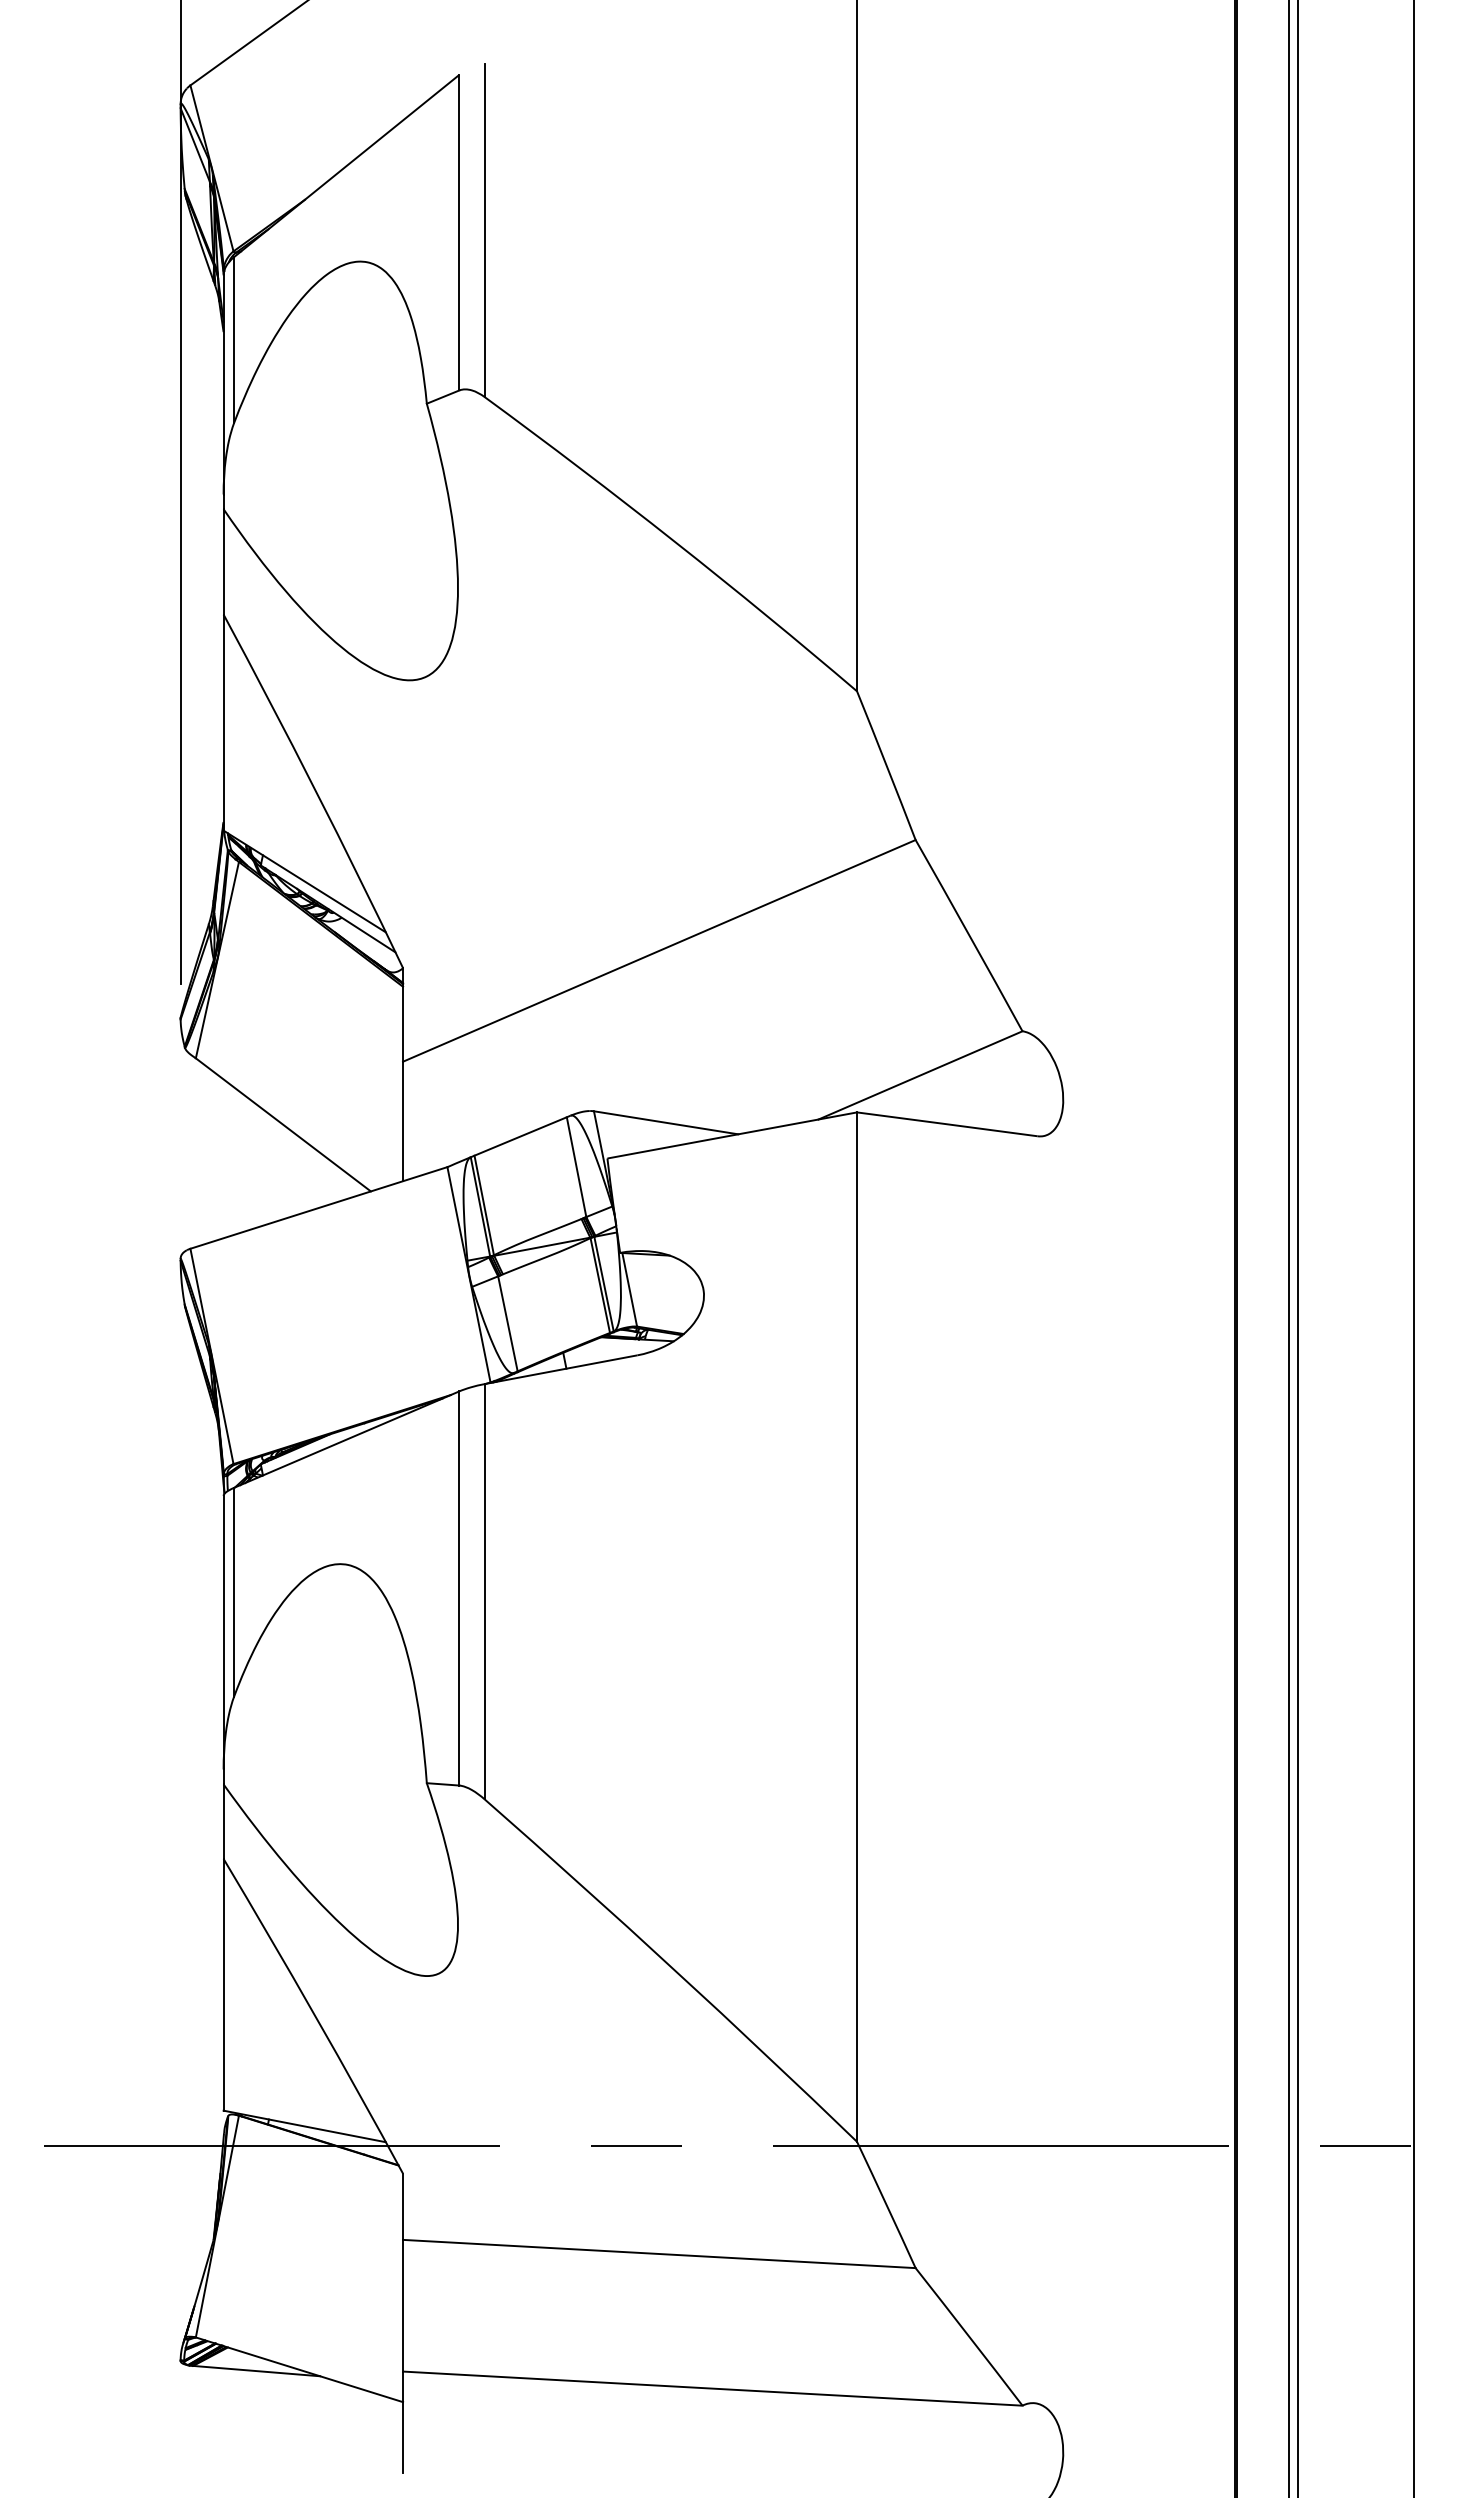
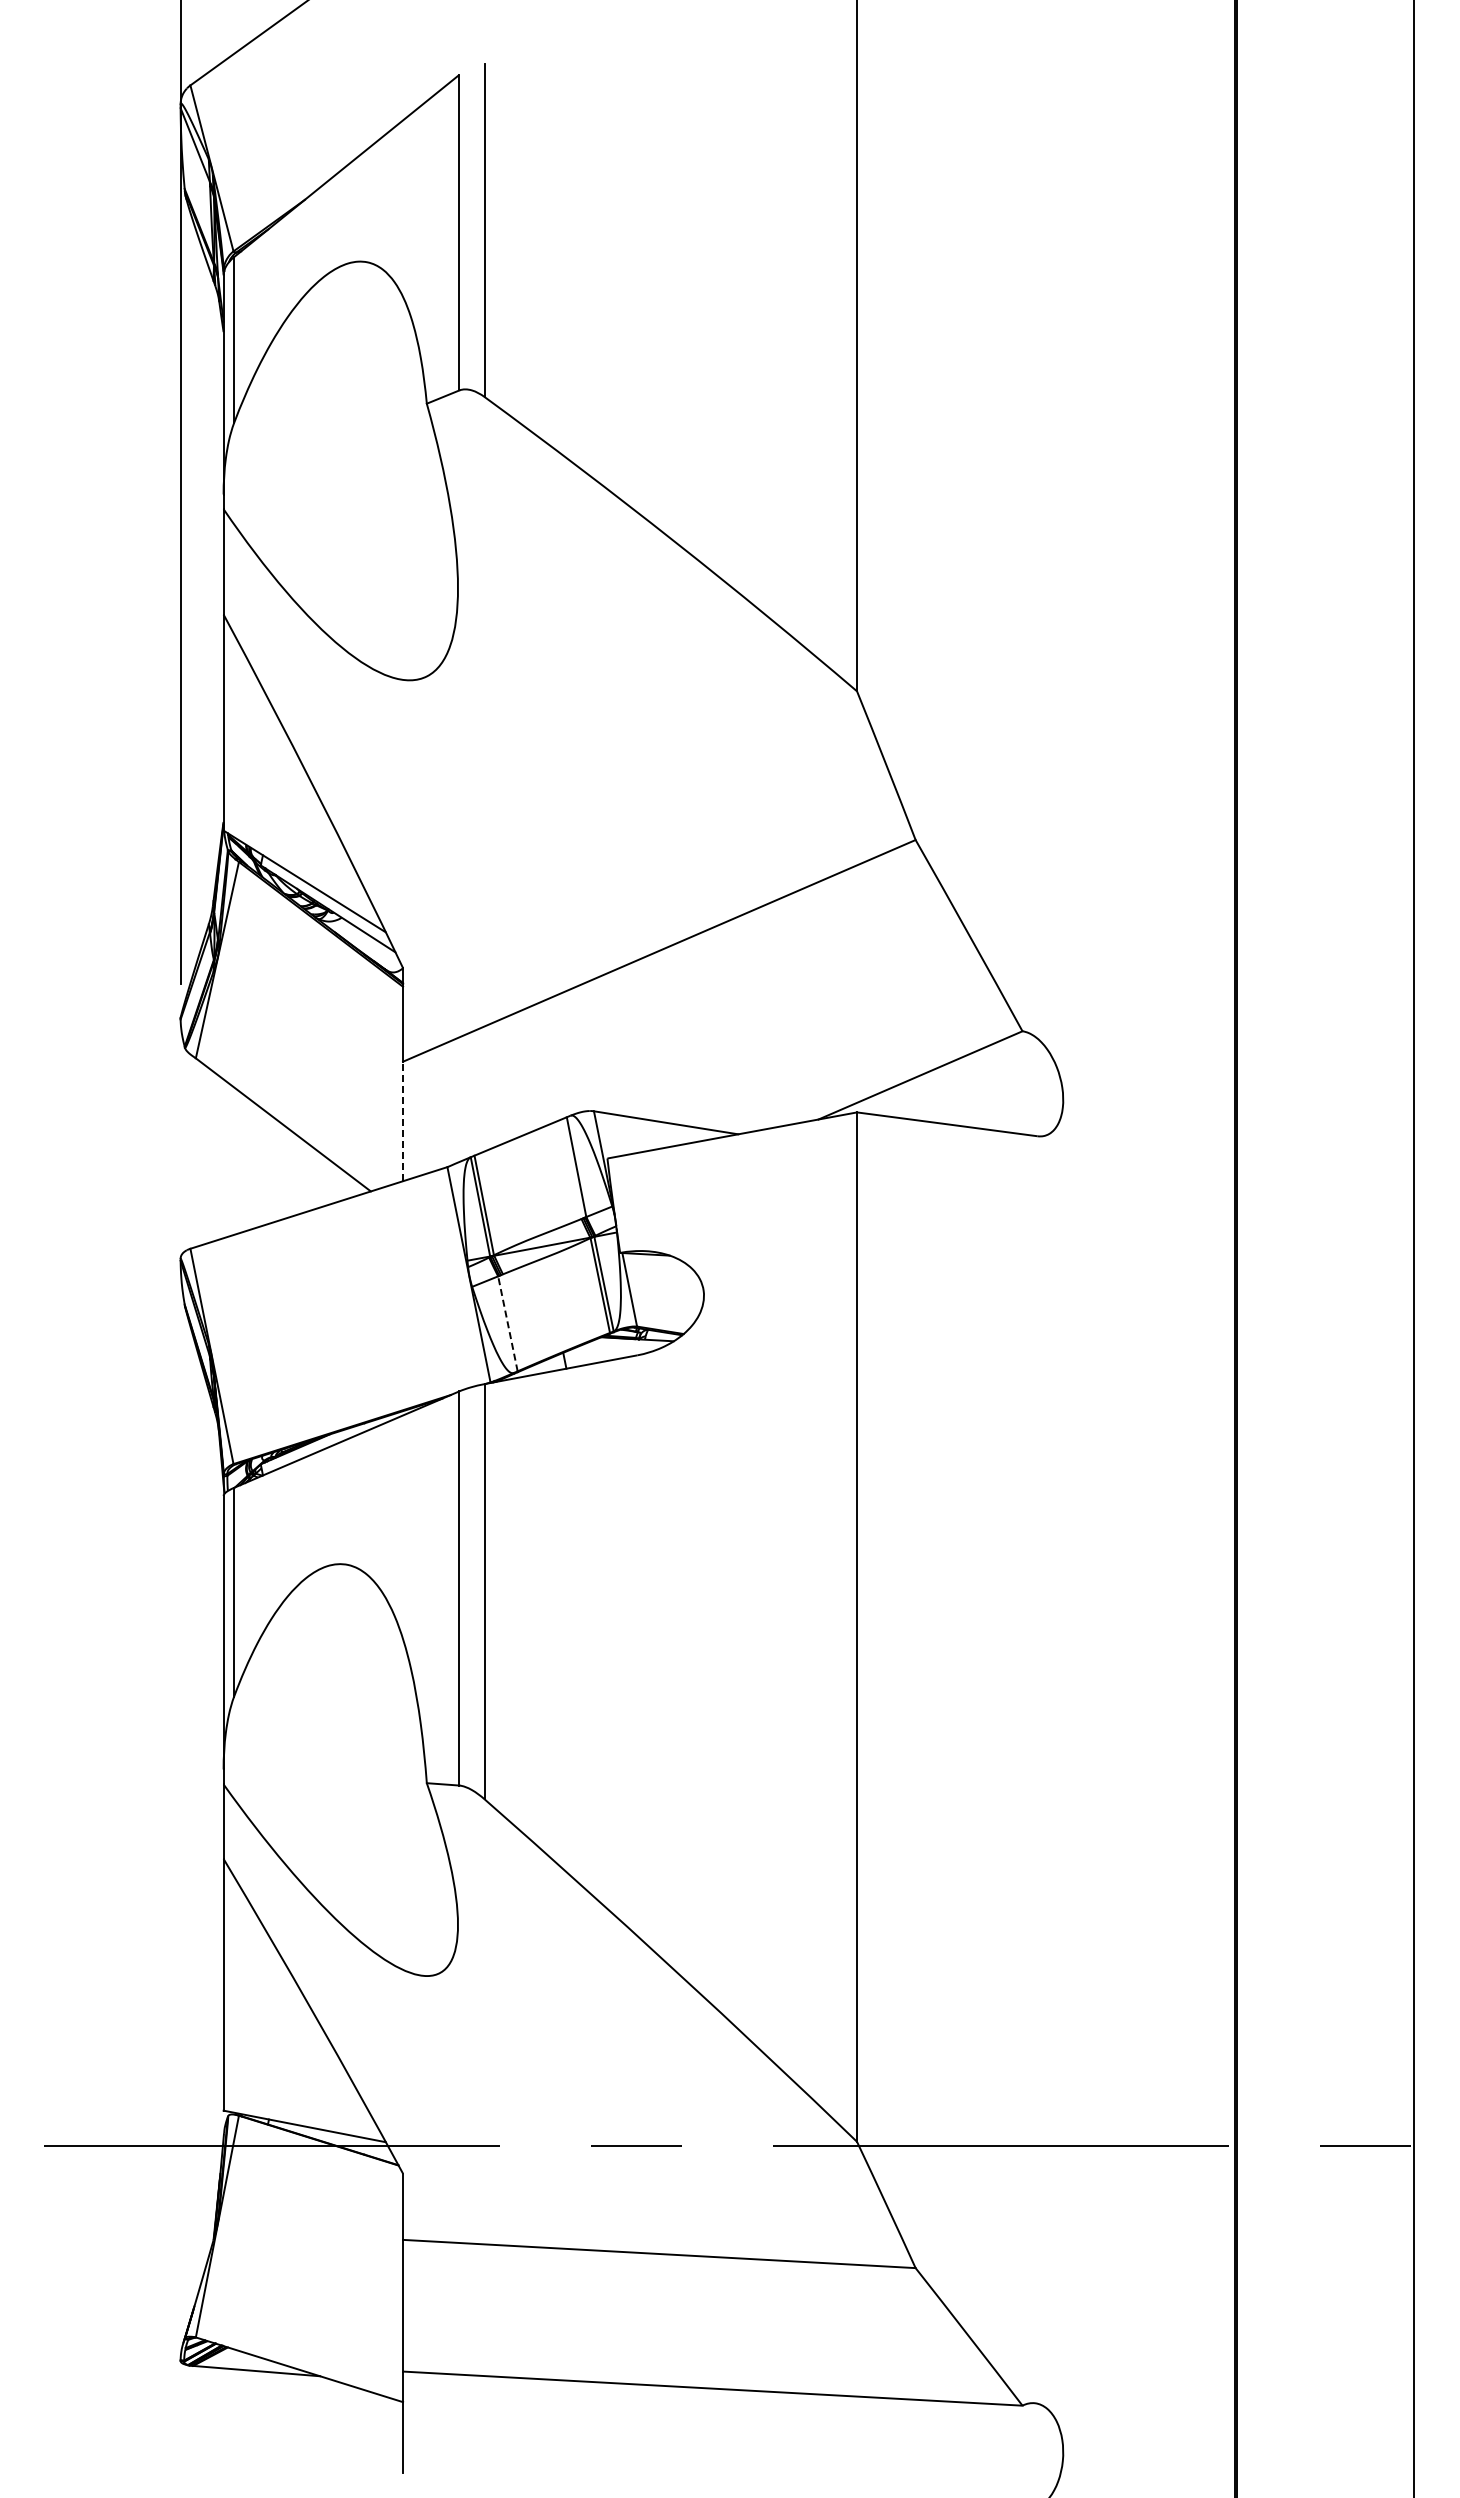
line at (403, 1121): solid -> dashed
line at (1289, 1248): present -> none
line at (1298, 1248): present -> none
line at (507, 1323): solid -> dashed
